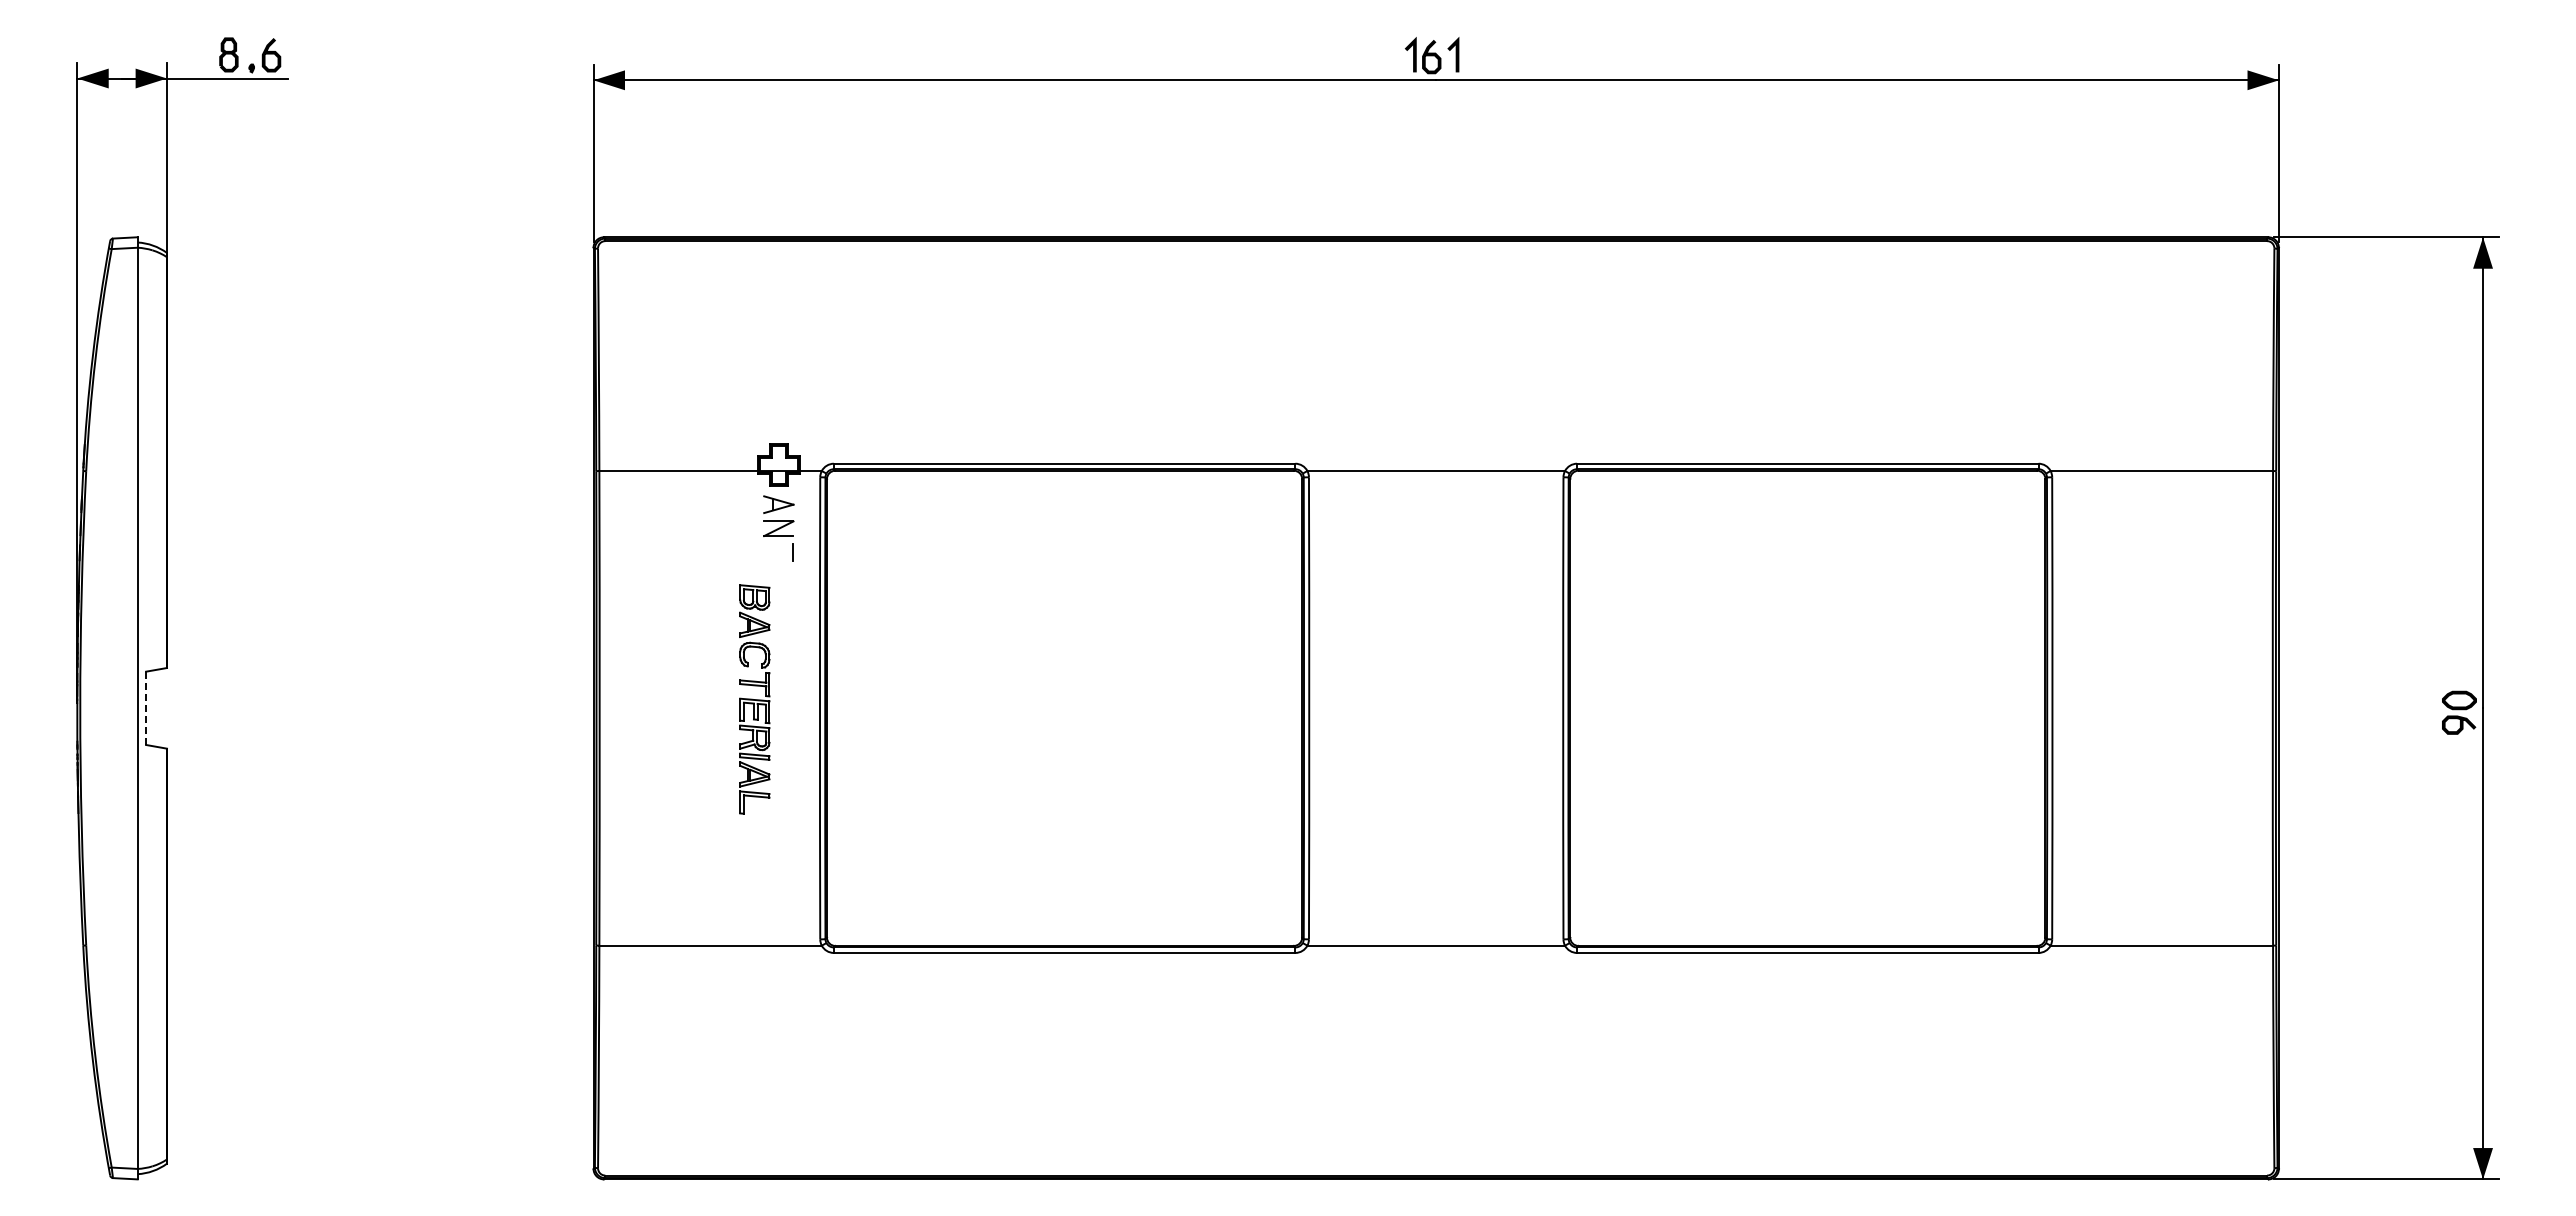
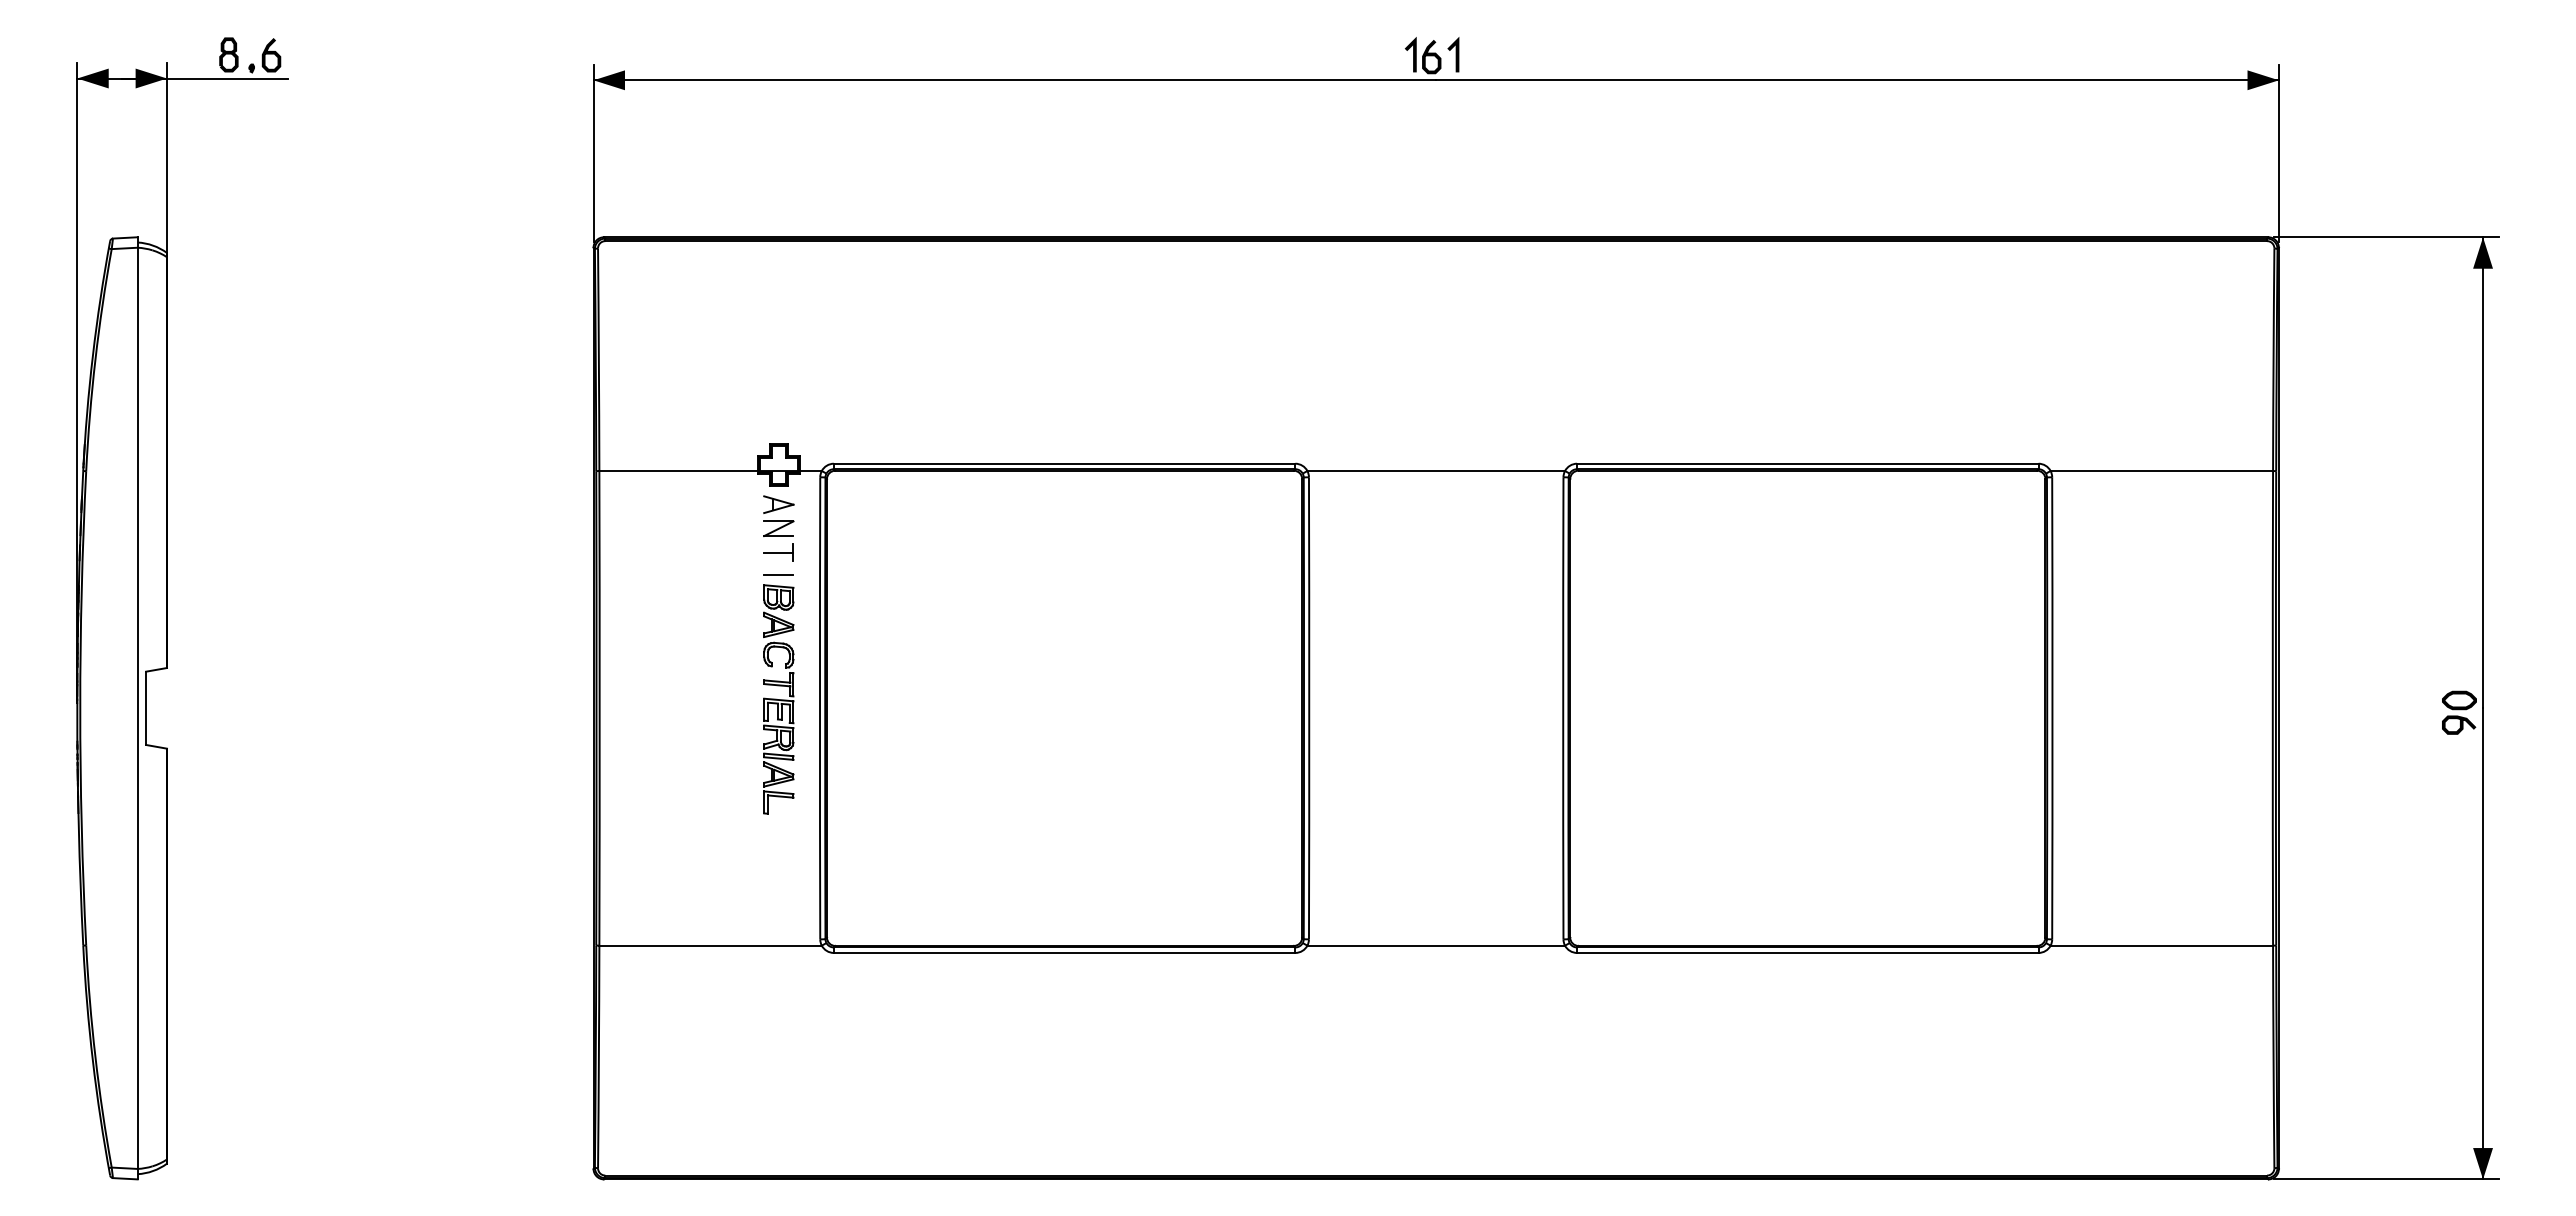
line at (778, 552): none -> present
line at (778, 575): none -> present
part at (754, 699) position: (754, 699) -> (778, 699)
line at (146, 708): dashed -> solid
